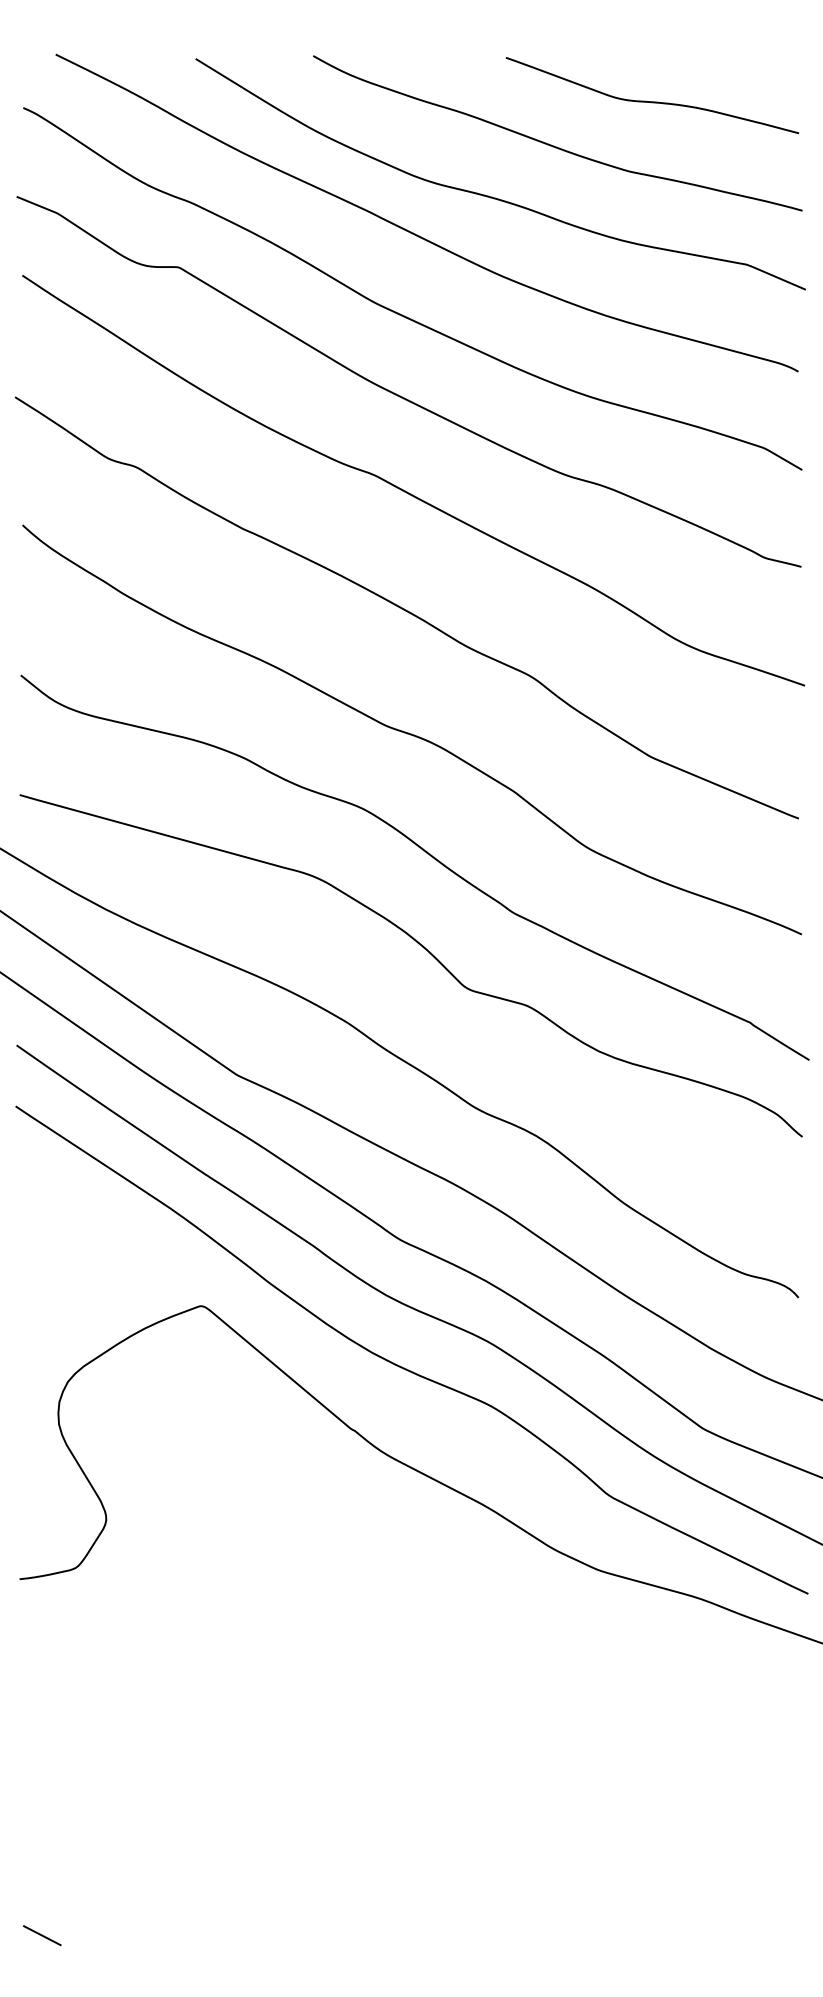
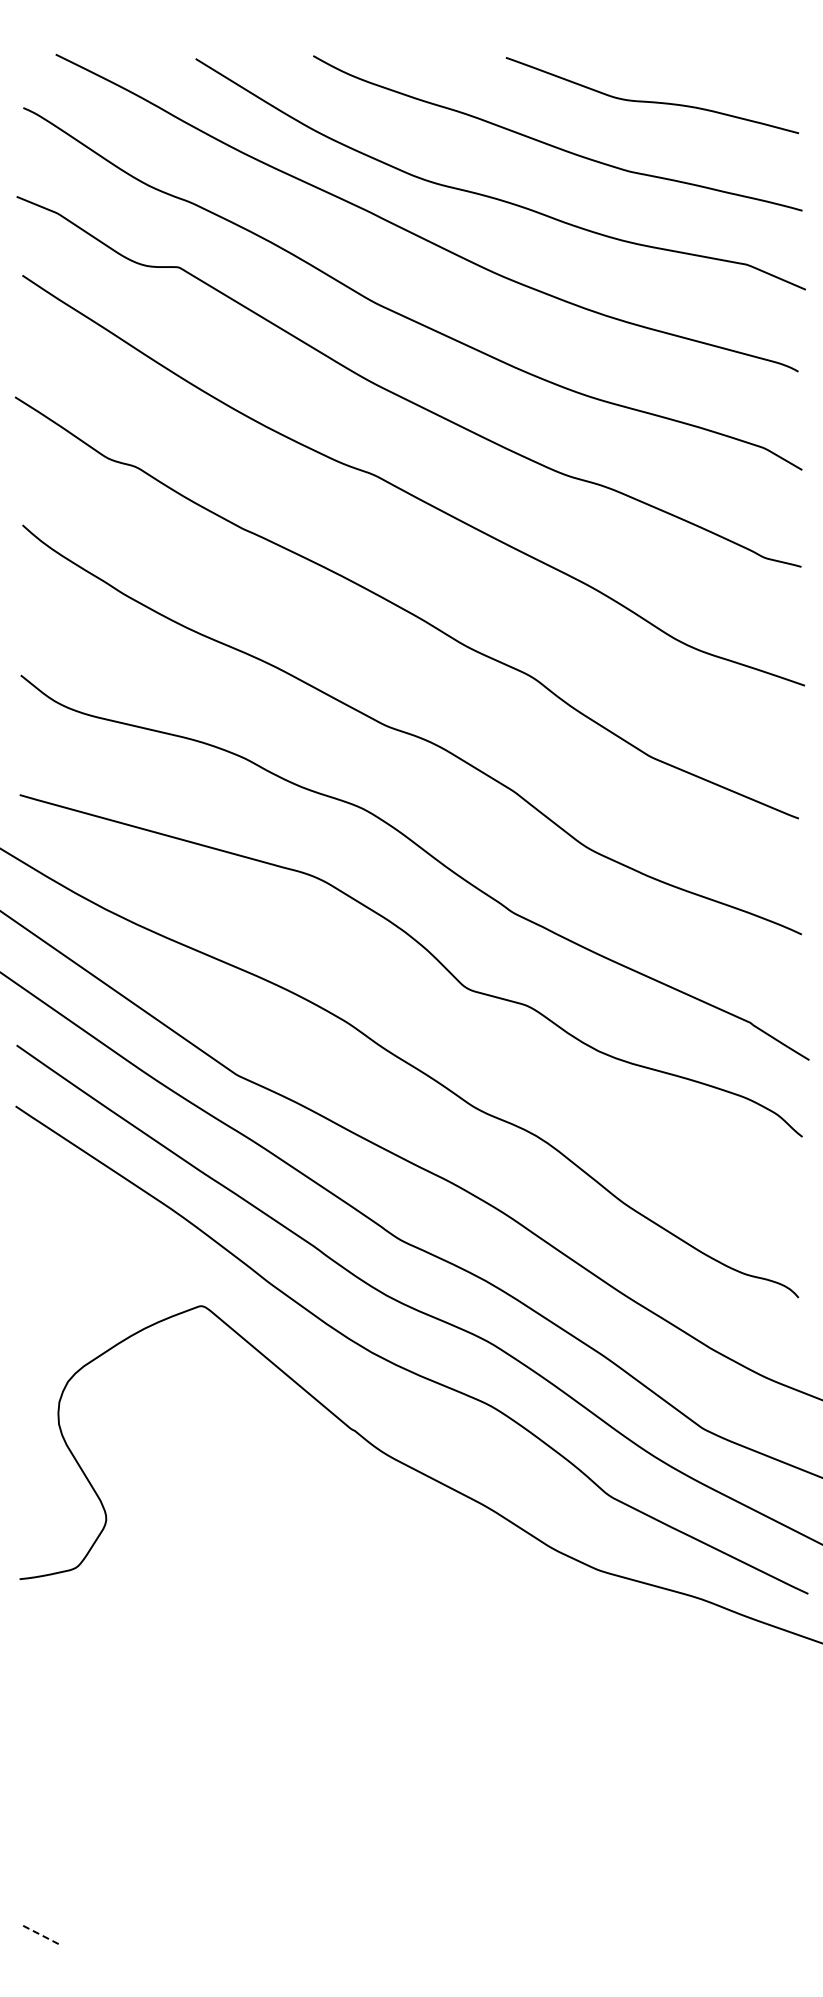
line at (42, 1935): solid -> dashed
